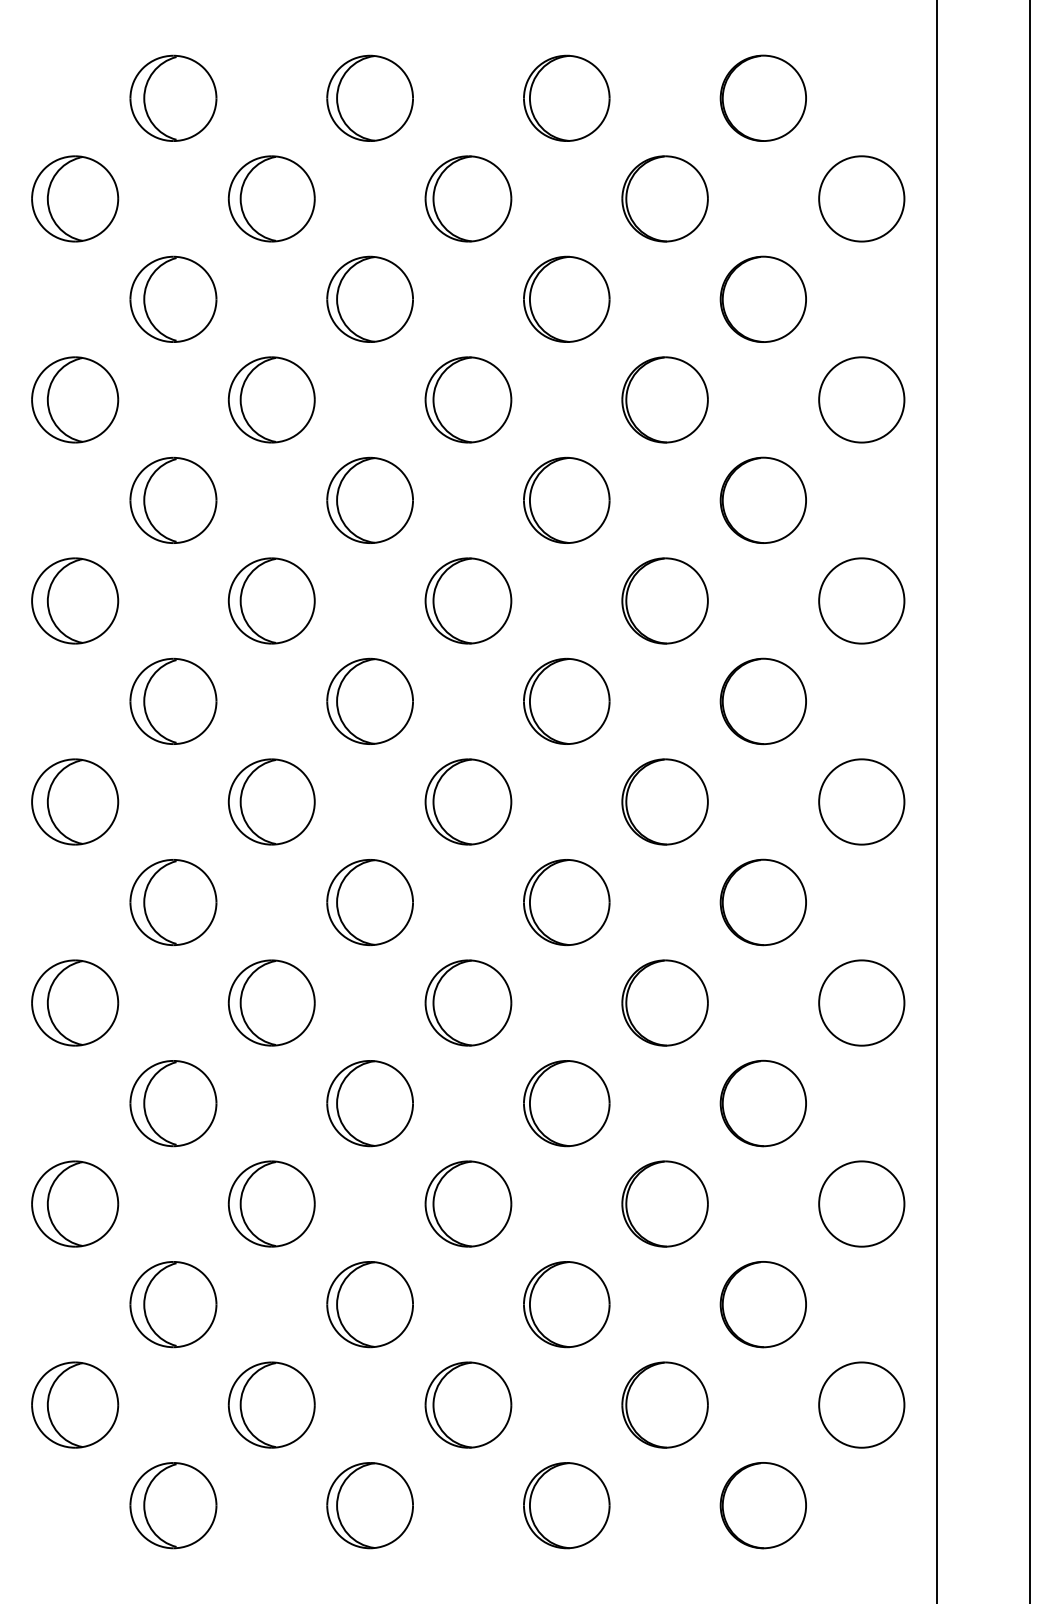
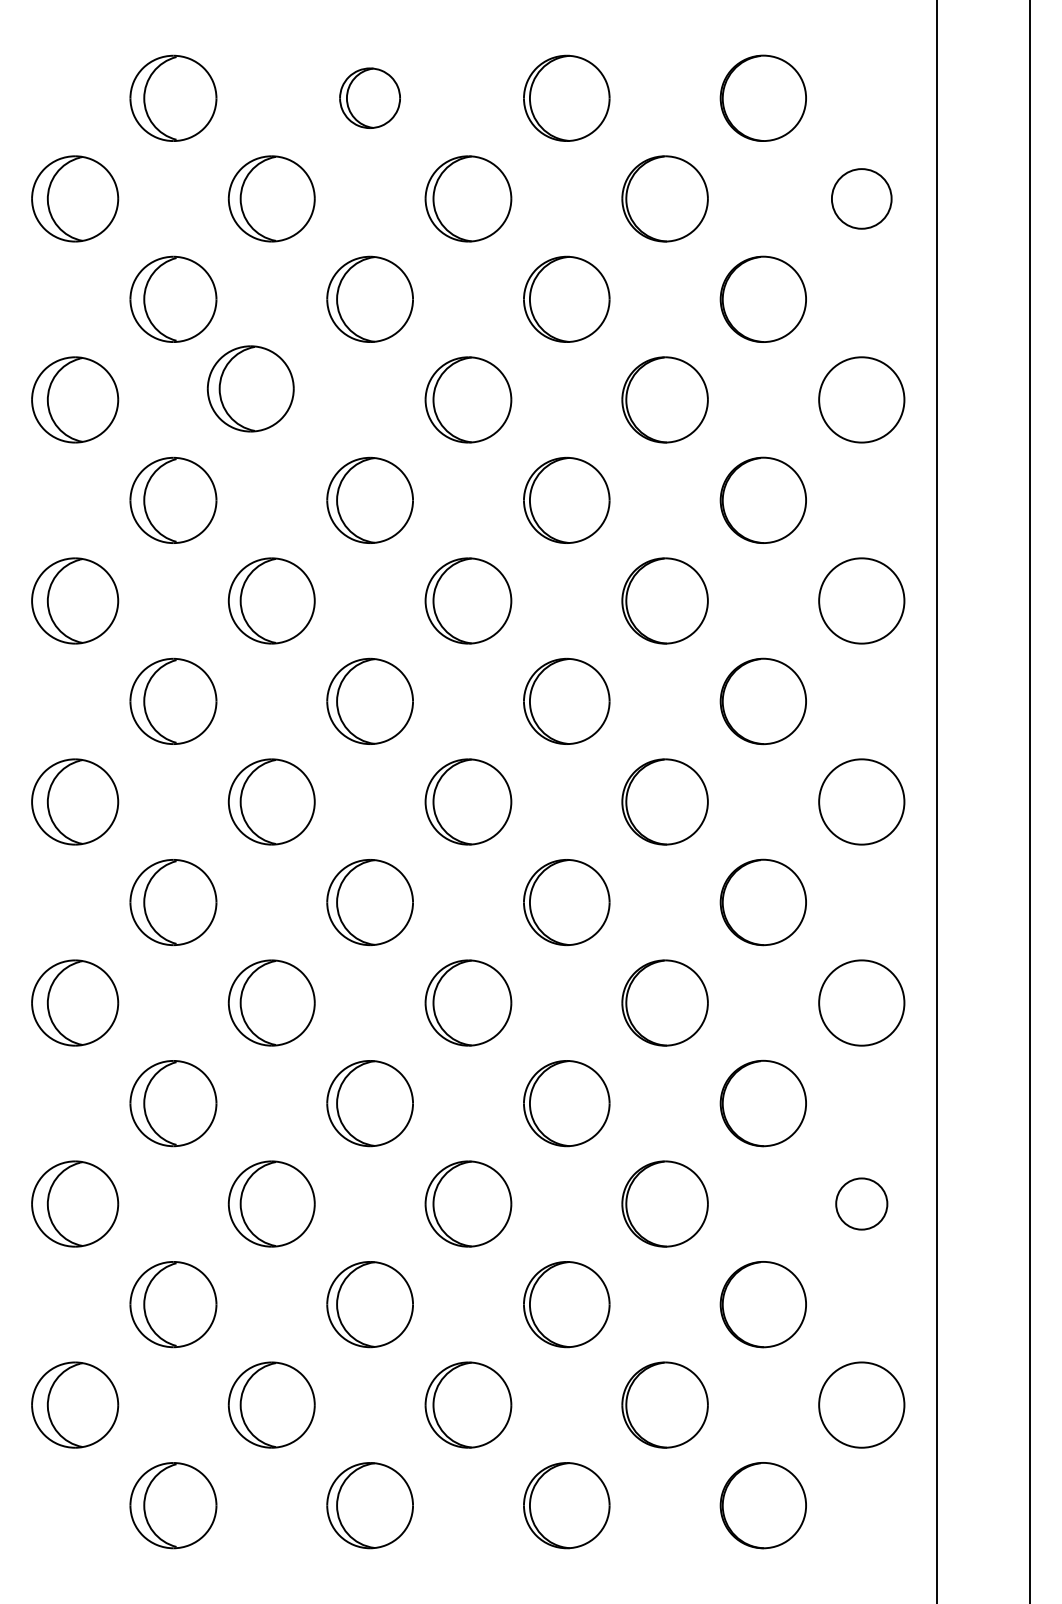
part at (369, 97) size: 88x88 px -> 62x62 px
circle at (861, 198) diameter: 85 px -> 60 px
part at (271, 399) position: (271, 399) -> (250, 388)
circle at (861, 1203) diameter: 85 px -> 51 px
